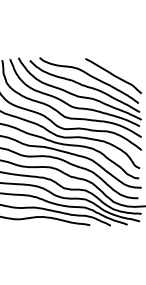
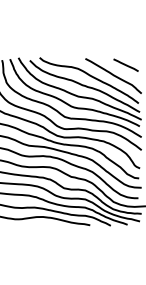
line at (125, 64): none -> present
